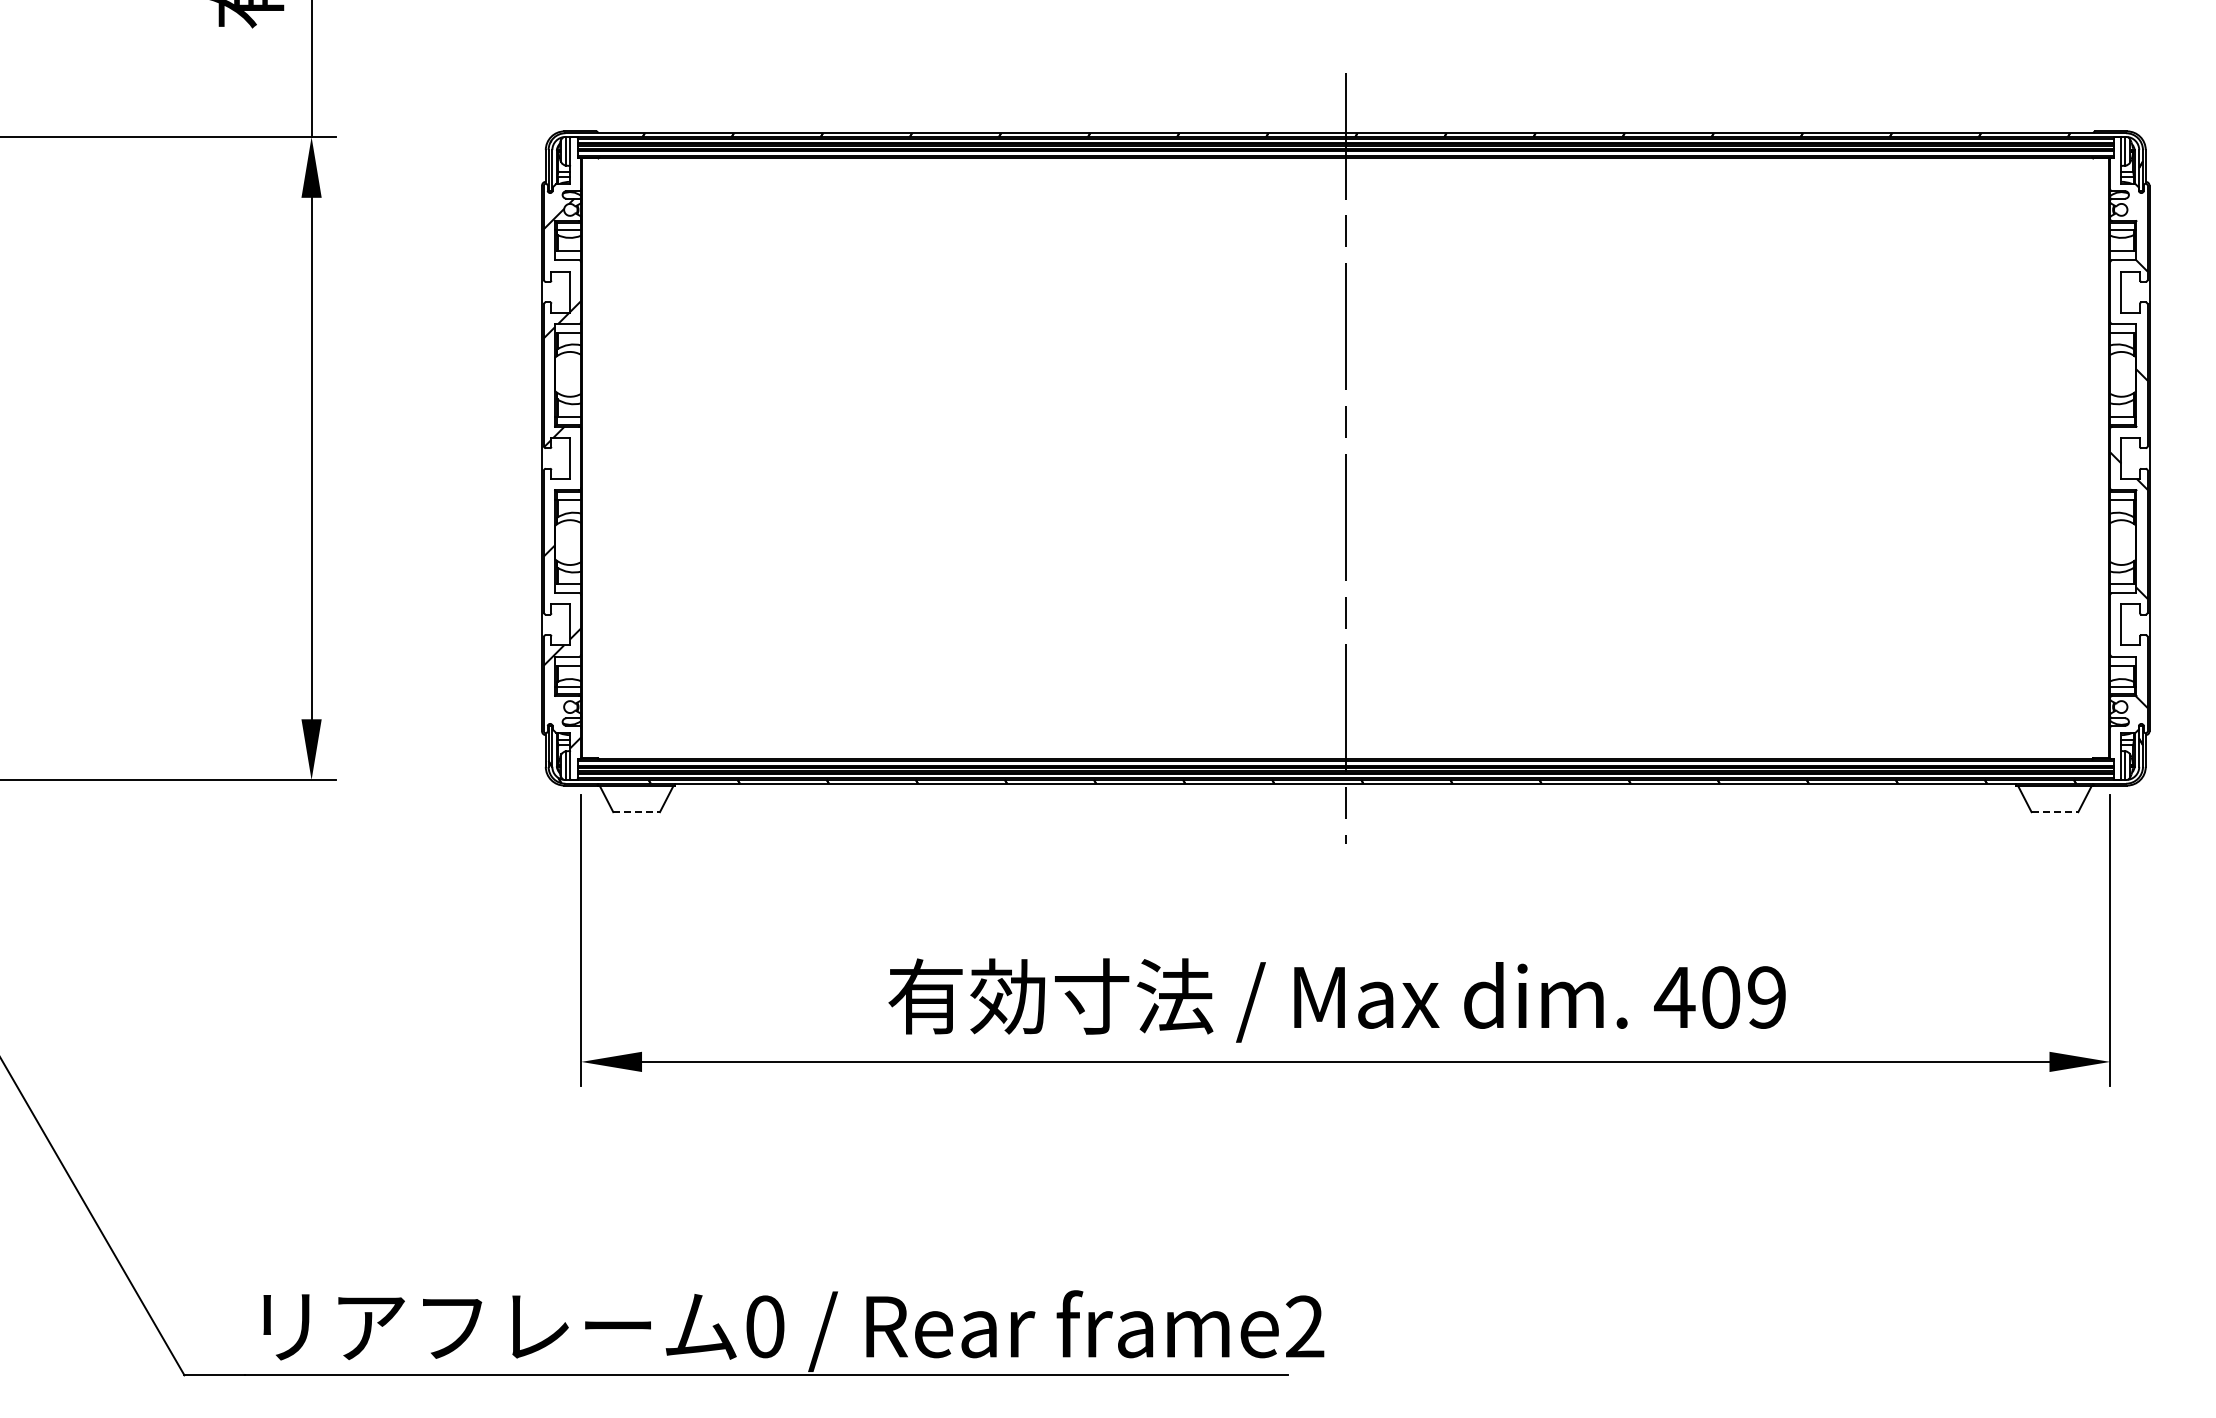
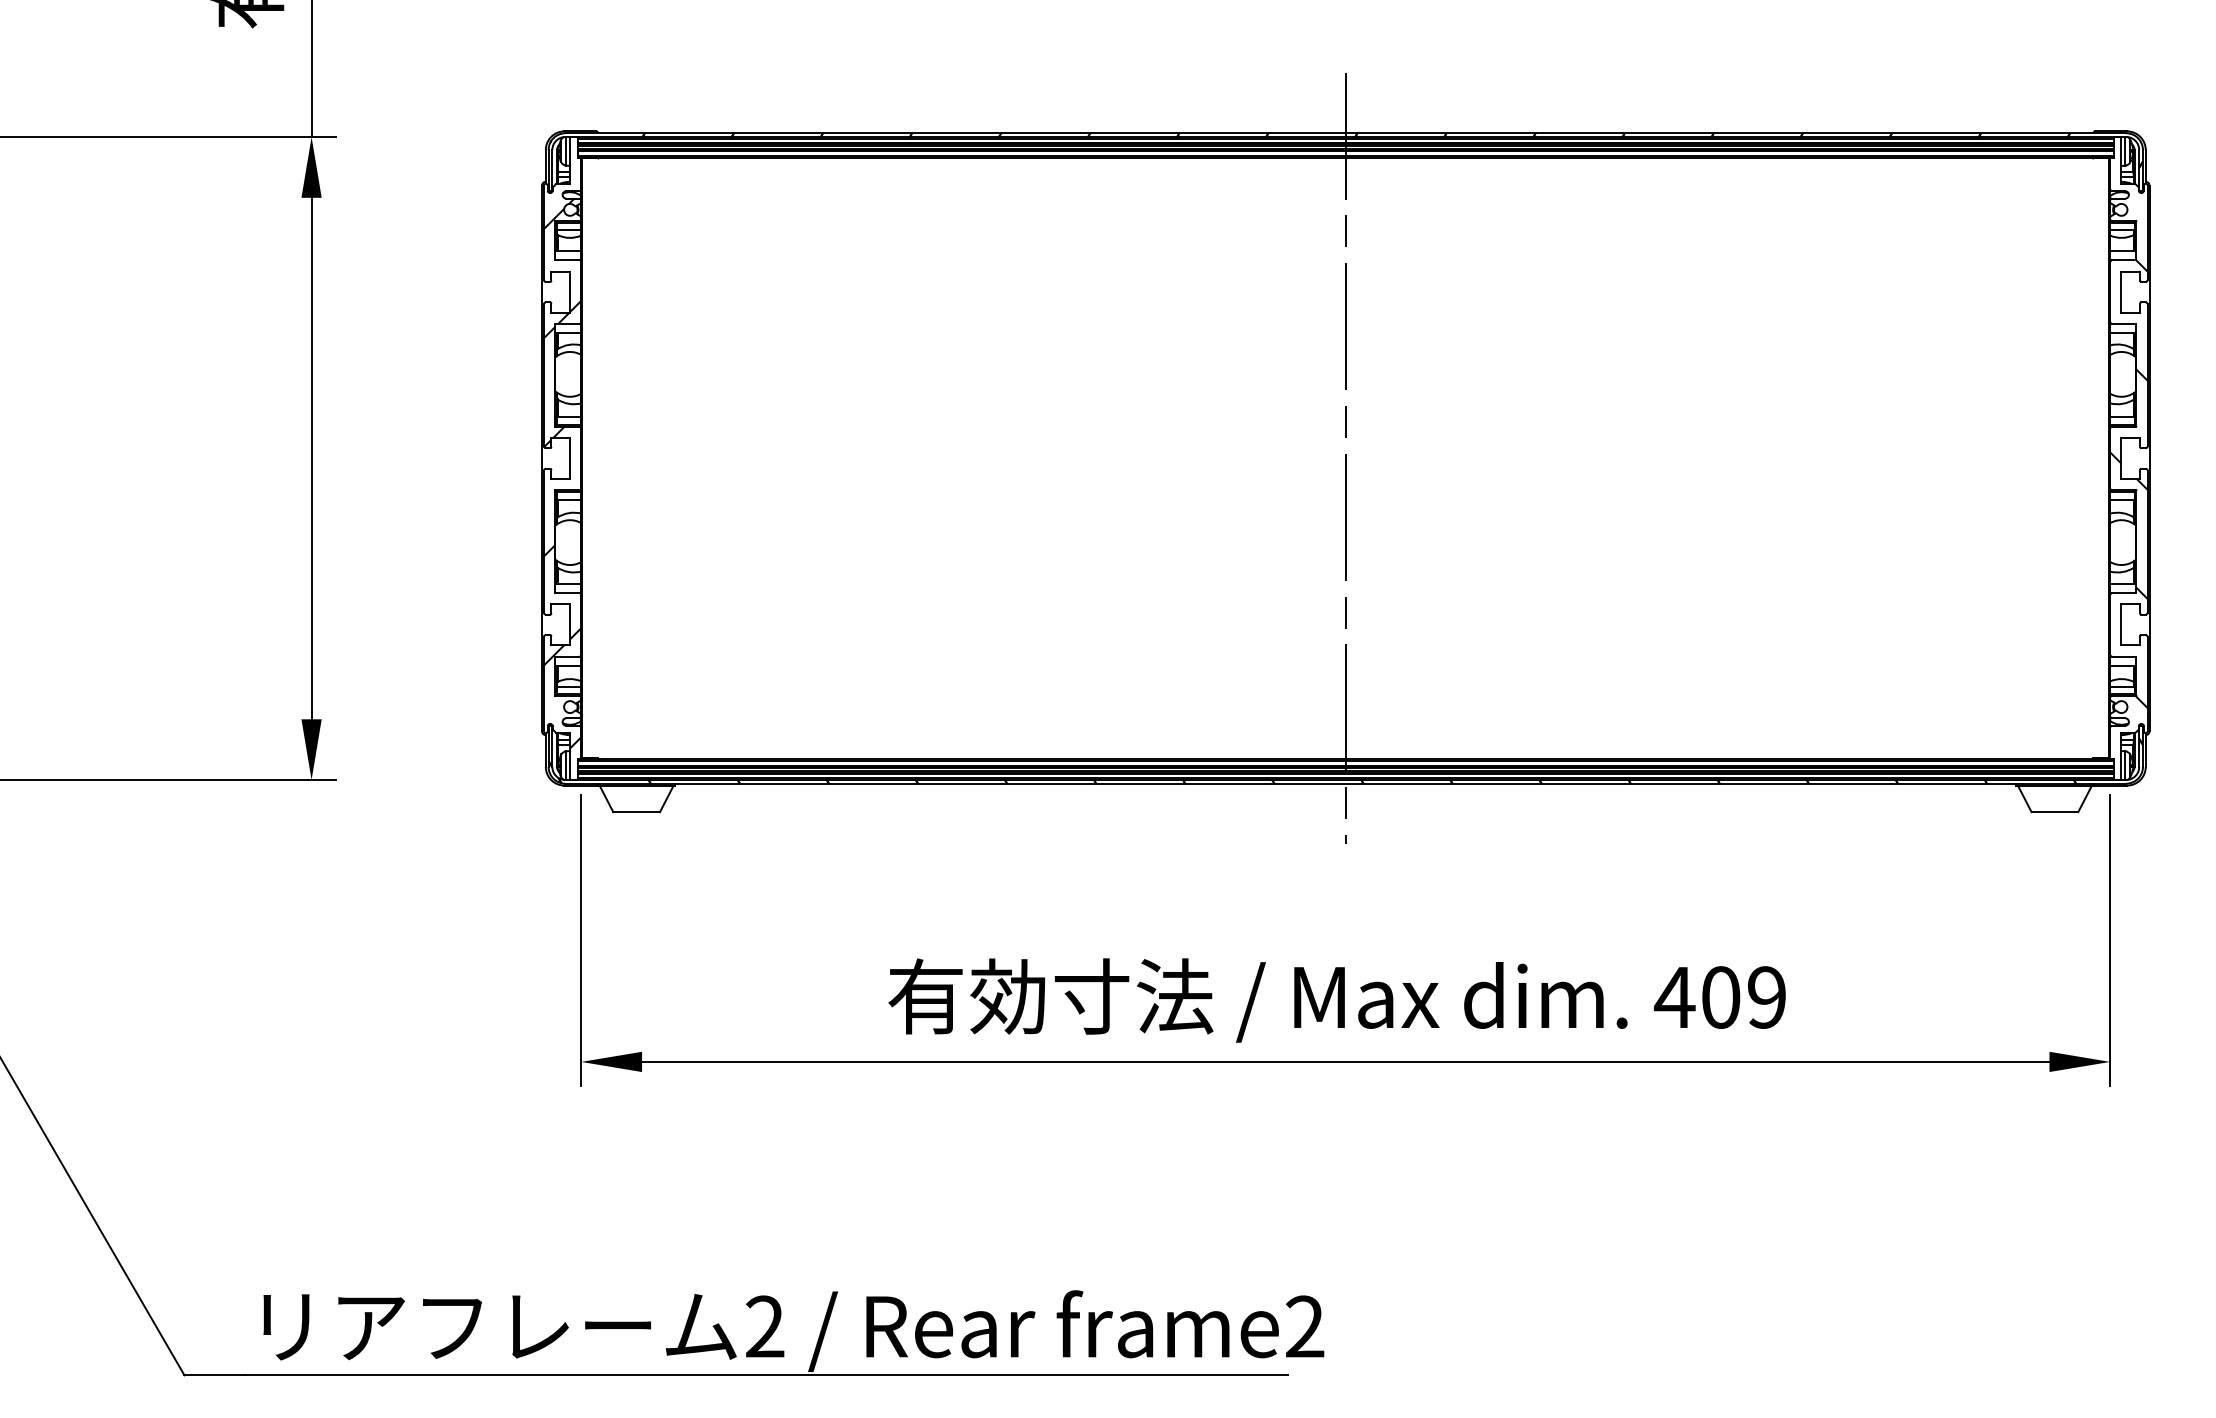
line at (637, 812): dashed -> solid
line at (2055, 812): dashed -> solid
text at (765, 1326): 0 -> 2
